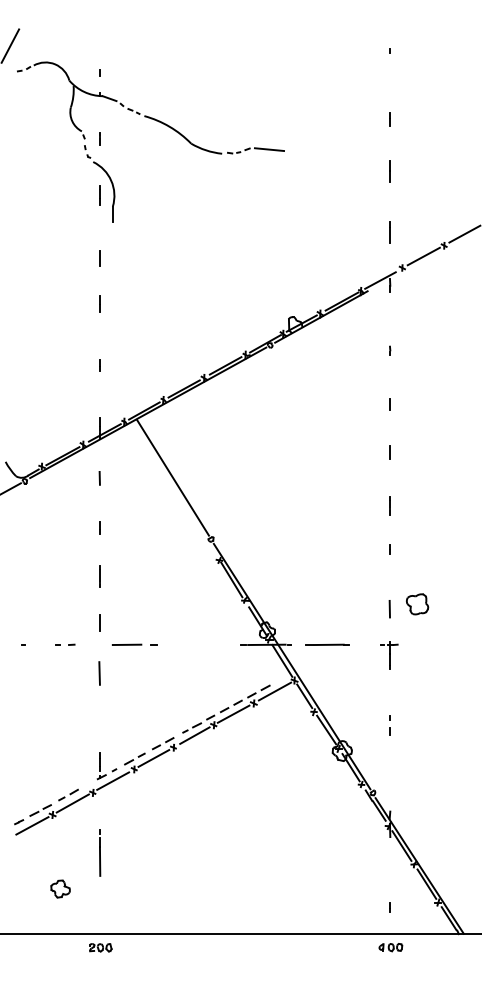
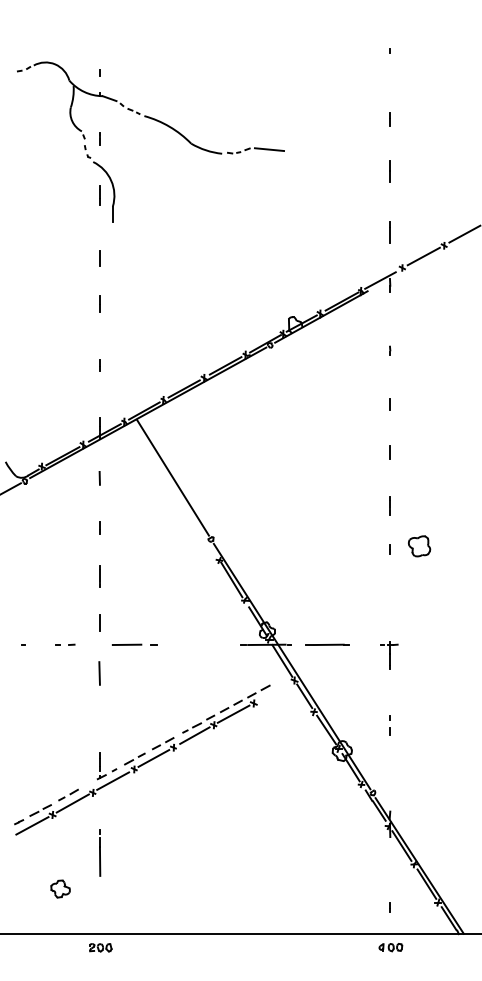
line at (10, 45): present -> none
part at (417, 604) position: (417, 604) -> (419, 546)
line at (389, 609): present -> none
line at (274, 691): present -> none
